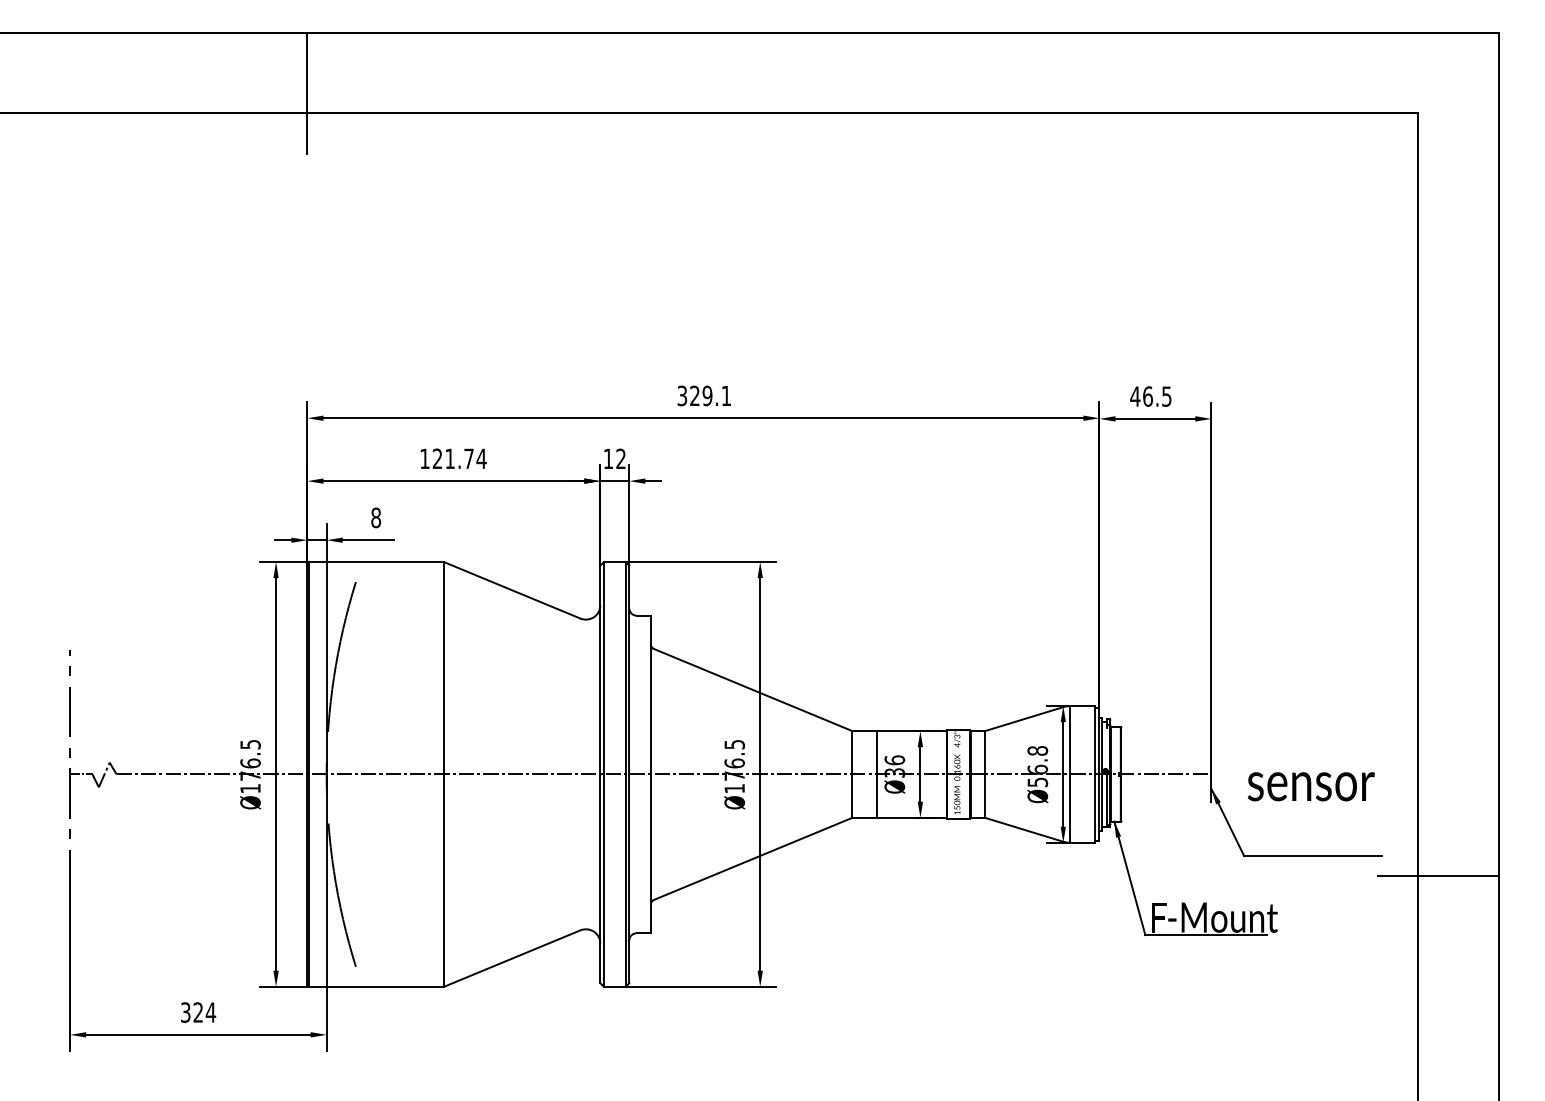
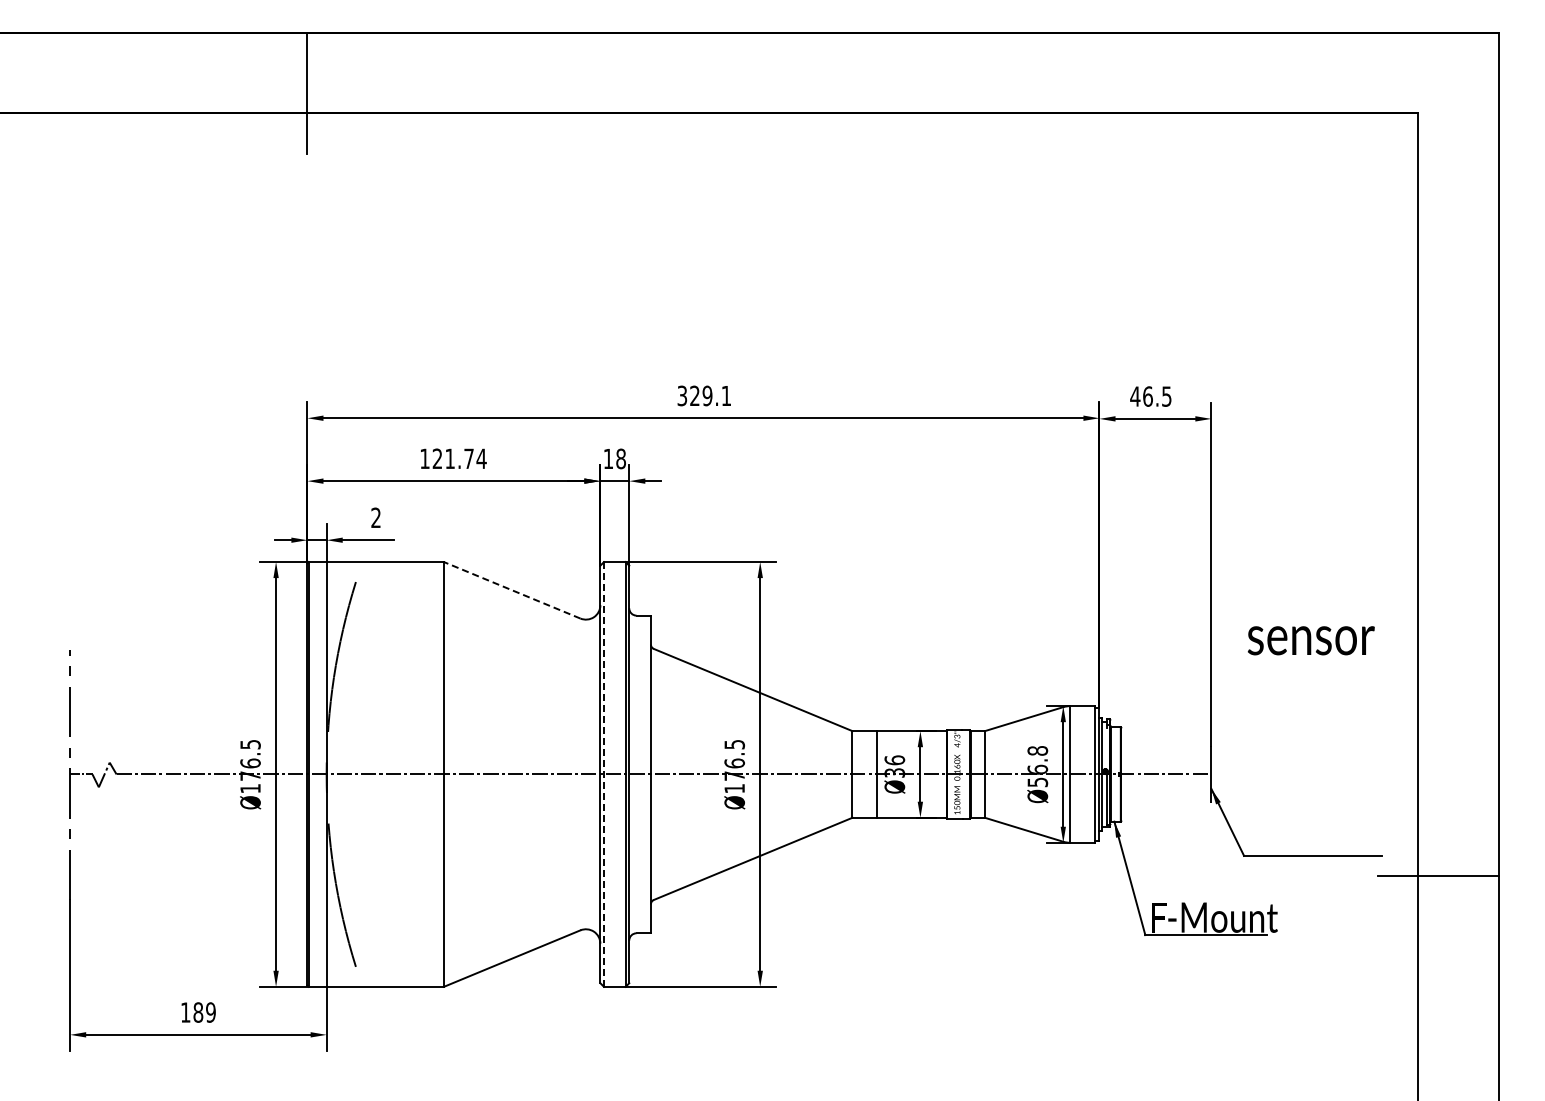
text at (620, 458): 12 -> 18
text at (376, 517): 8 -> 2
line at (512, 590): solid -> dashed
line at (604, 773): solid -> dashed
text at (1310, 786) position: (1310, 786) -> (1310, 640)
text at (198, 1012): 324 -> 189
